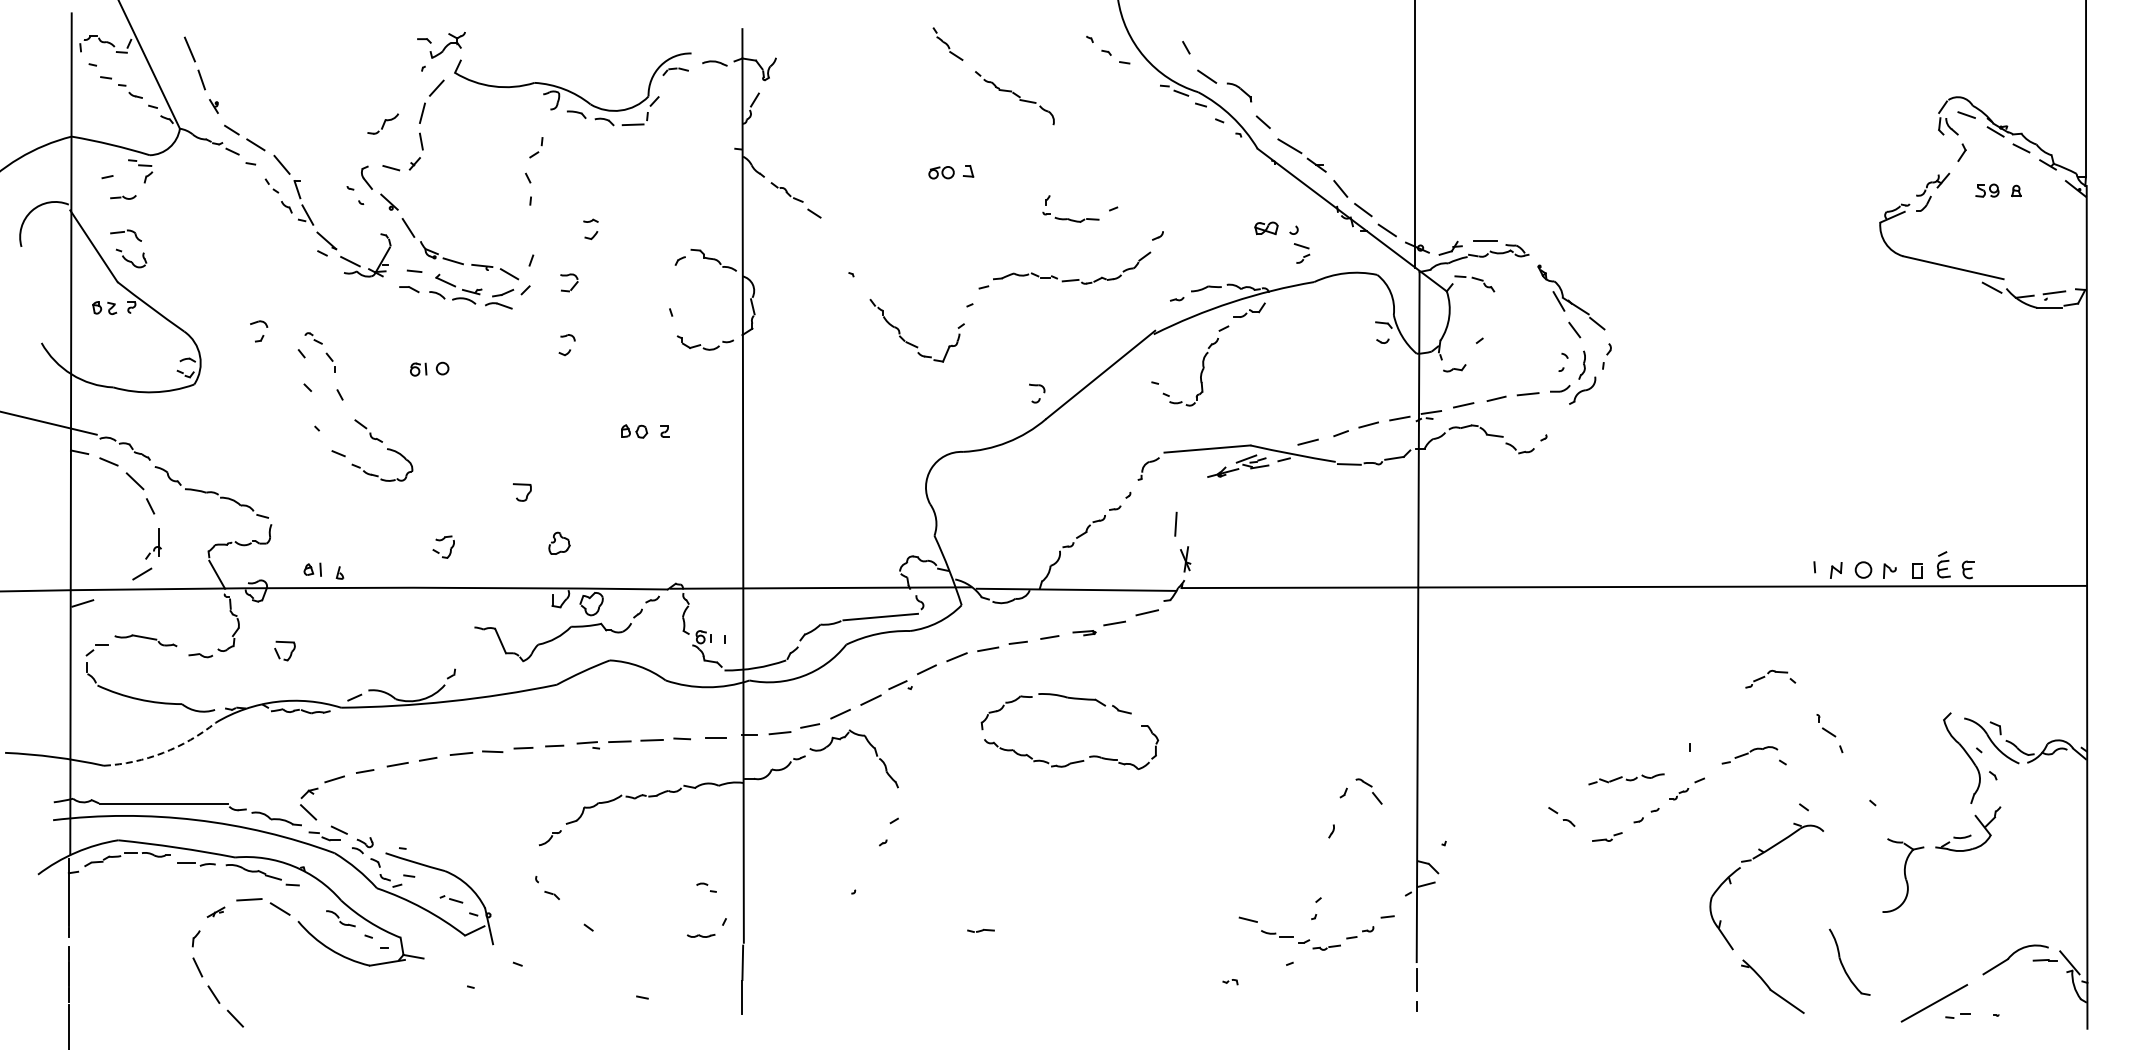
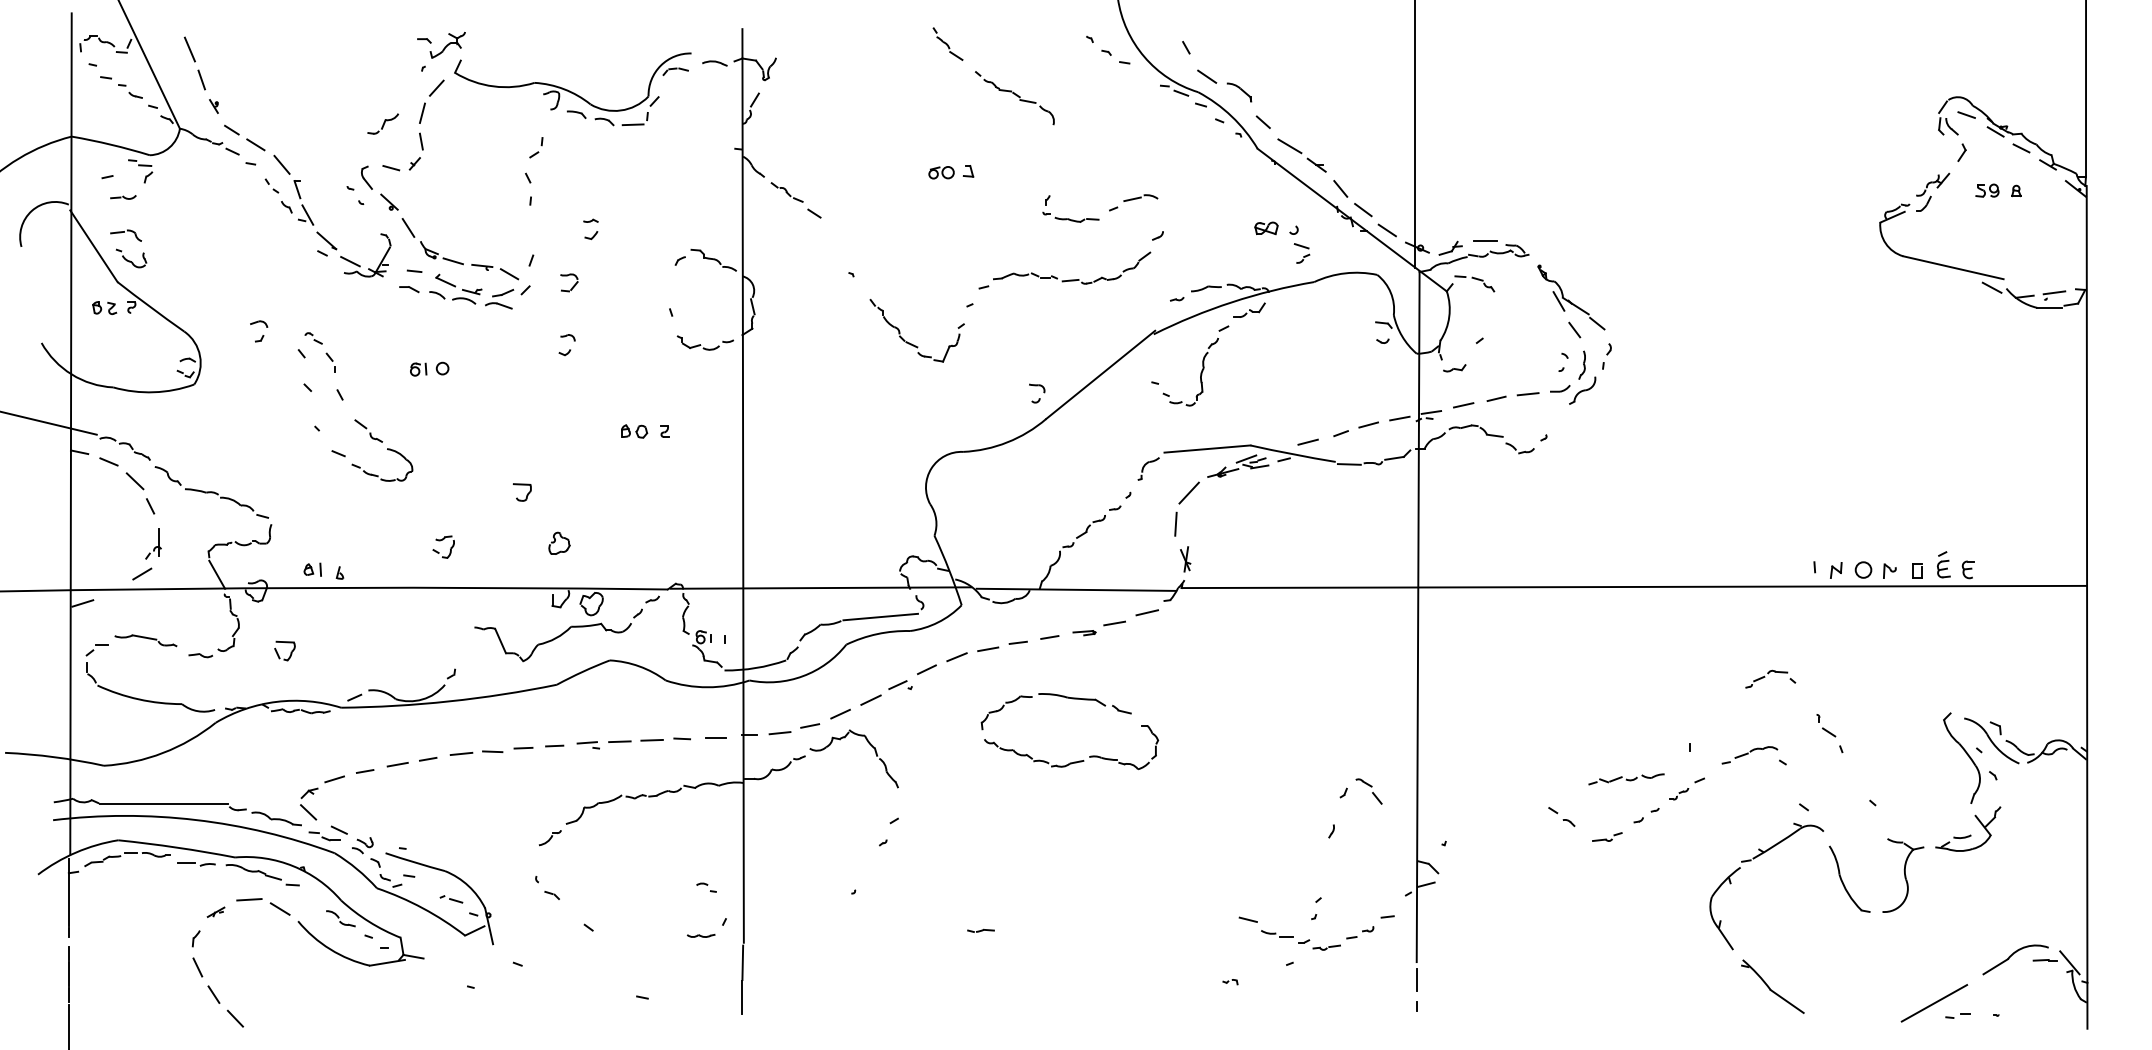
part at (1140, 197): none -> present
line at (1188, 492): none -> present
arc at (163, 752): dashed -> solid
part at (1843, 964) position: (1843, 964) -> (1843, 881)
